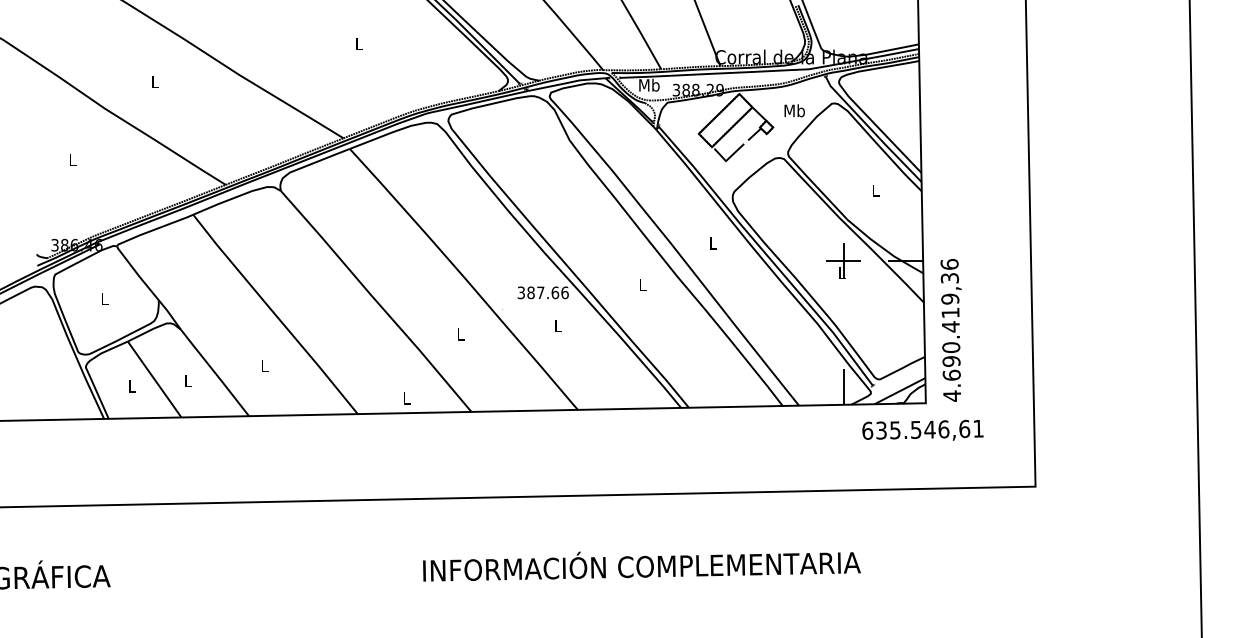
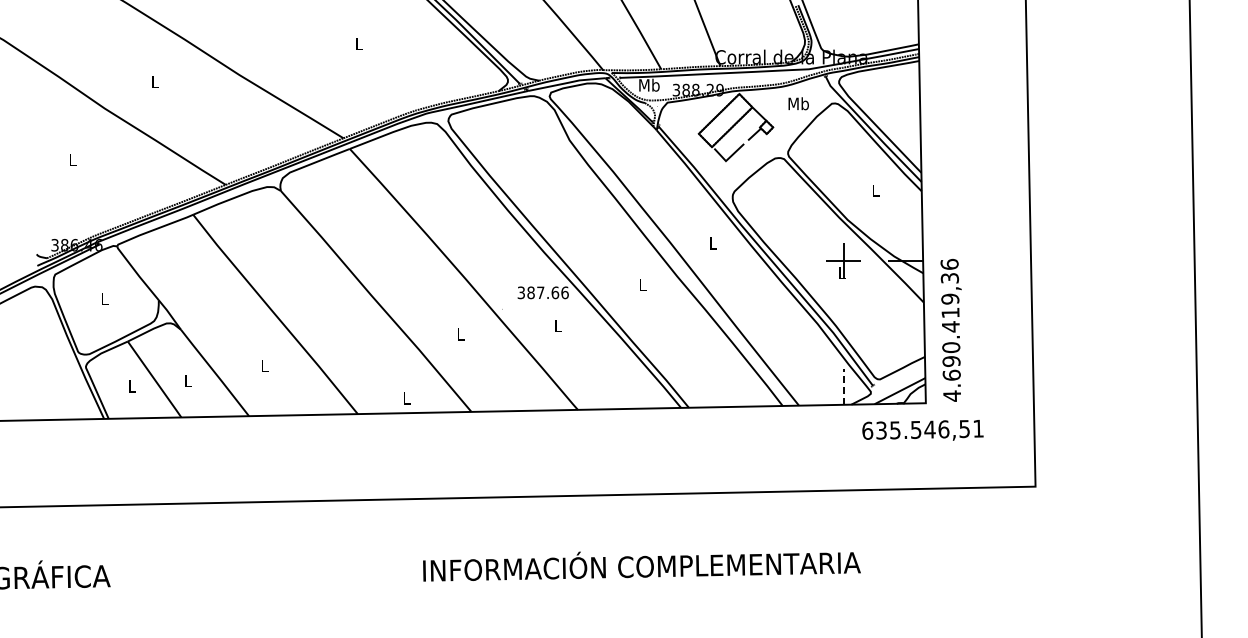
text at (794, 110) position: (794, 110) -> (798, 103)
line at (843, 387): solid -> dashed
text at (964, 428): 635.546,61 -> 635.546,51
